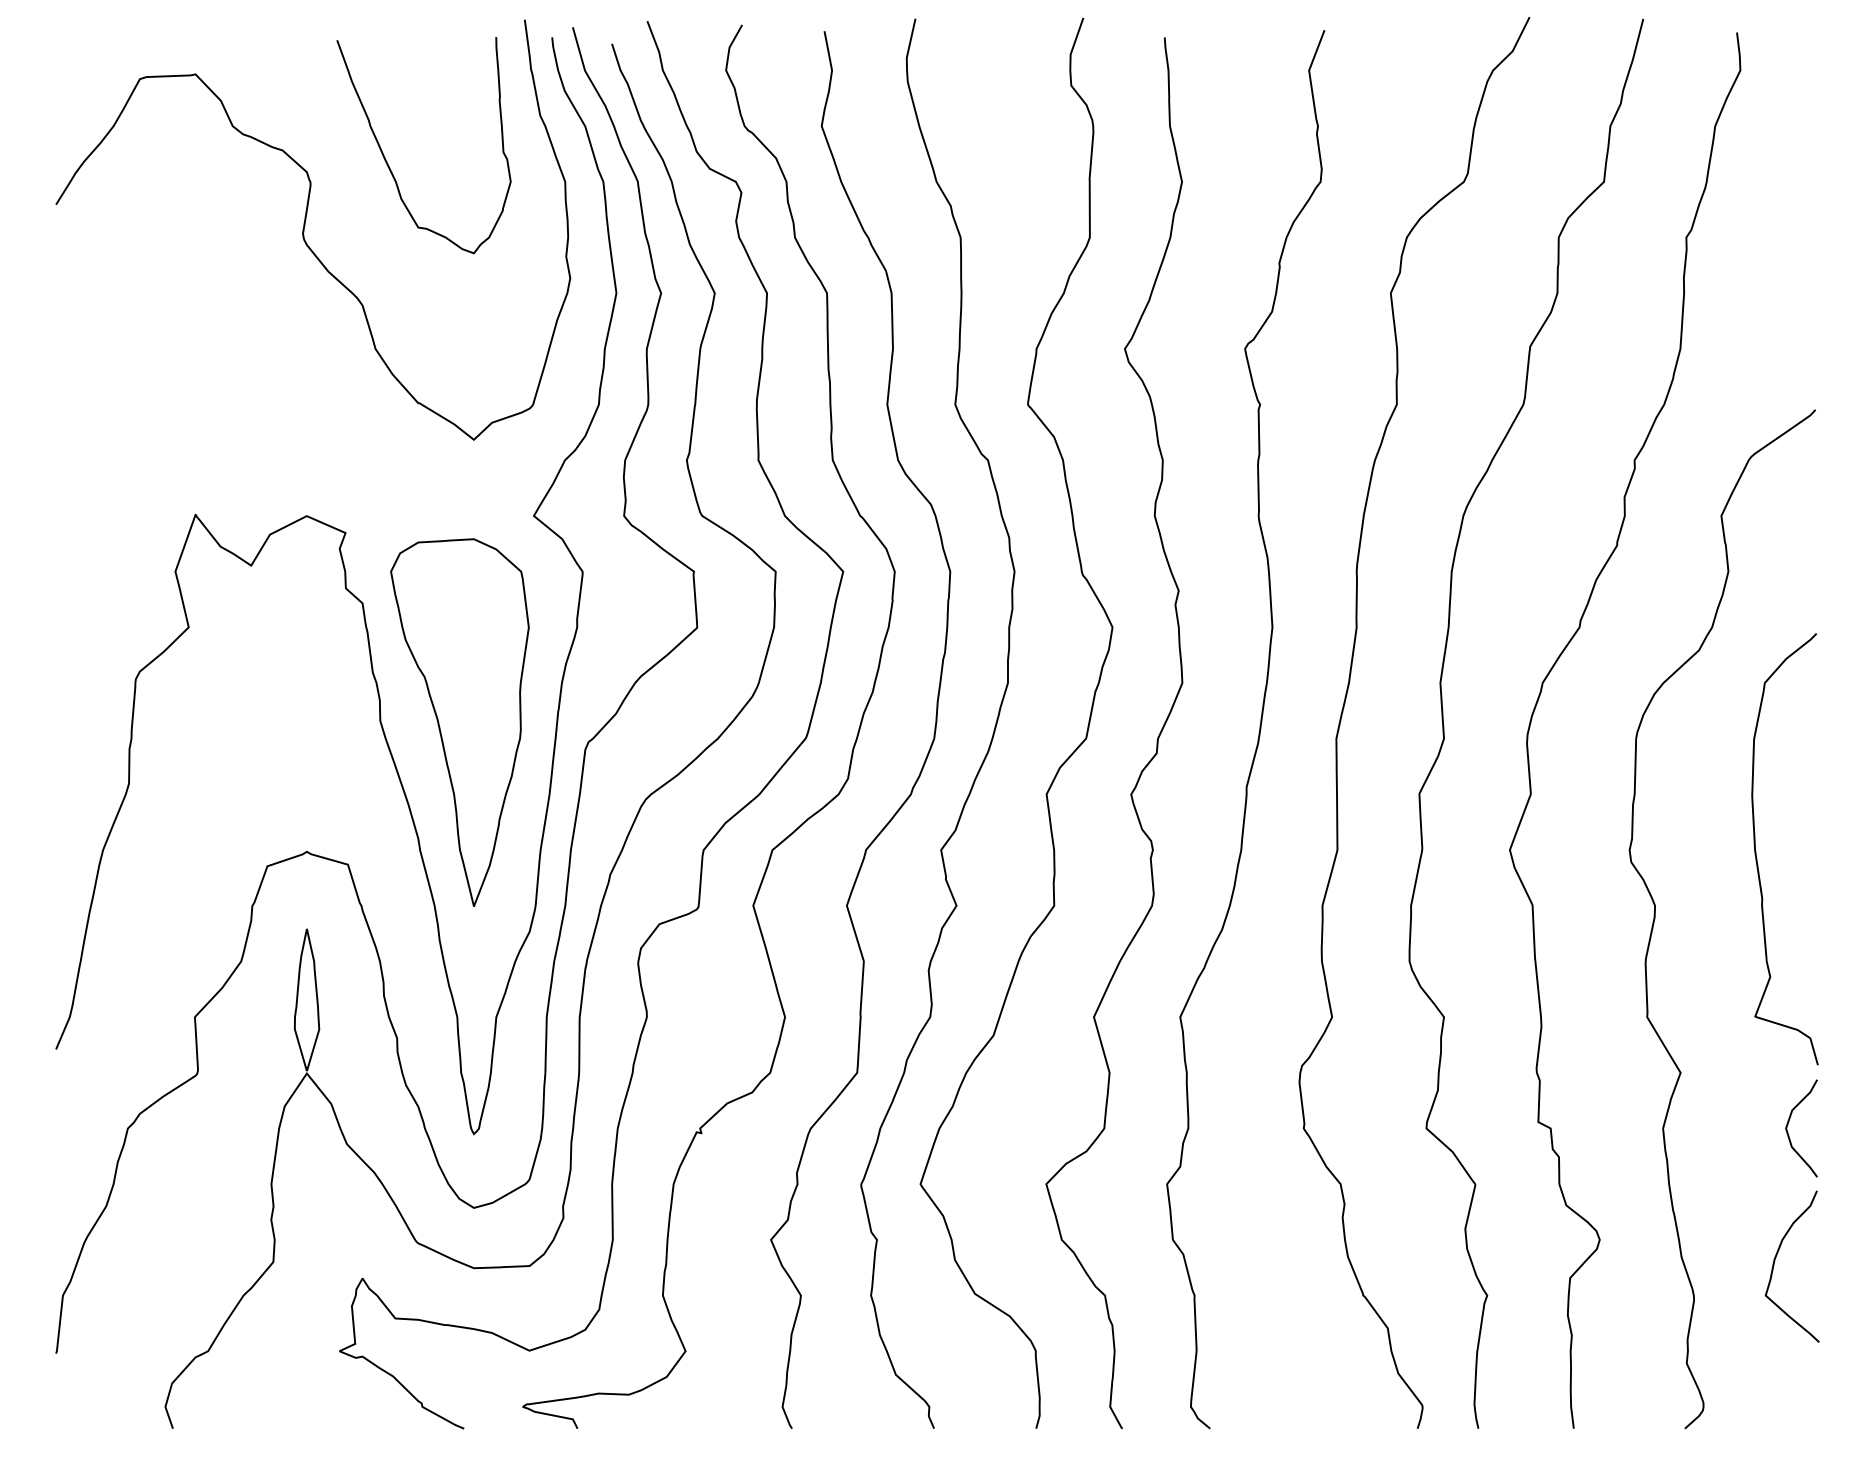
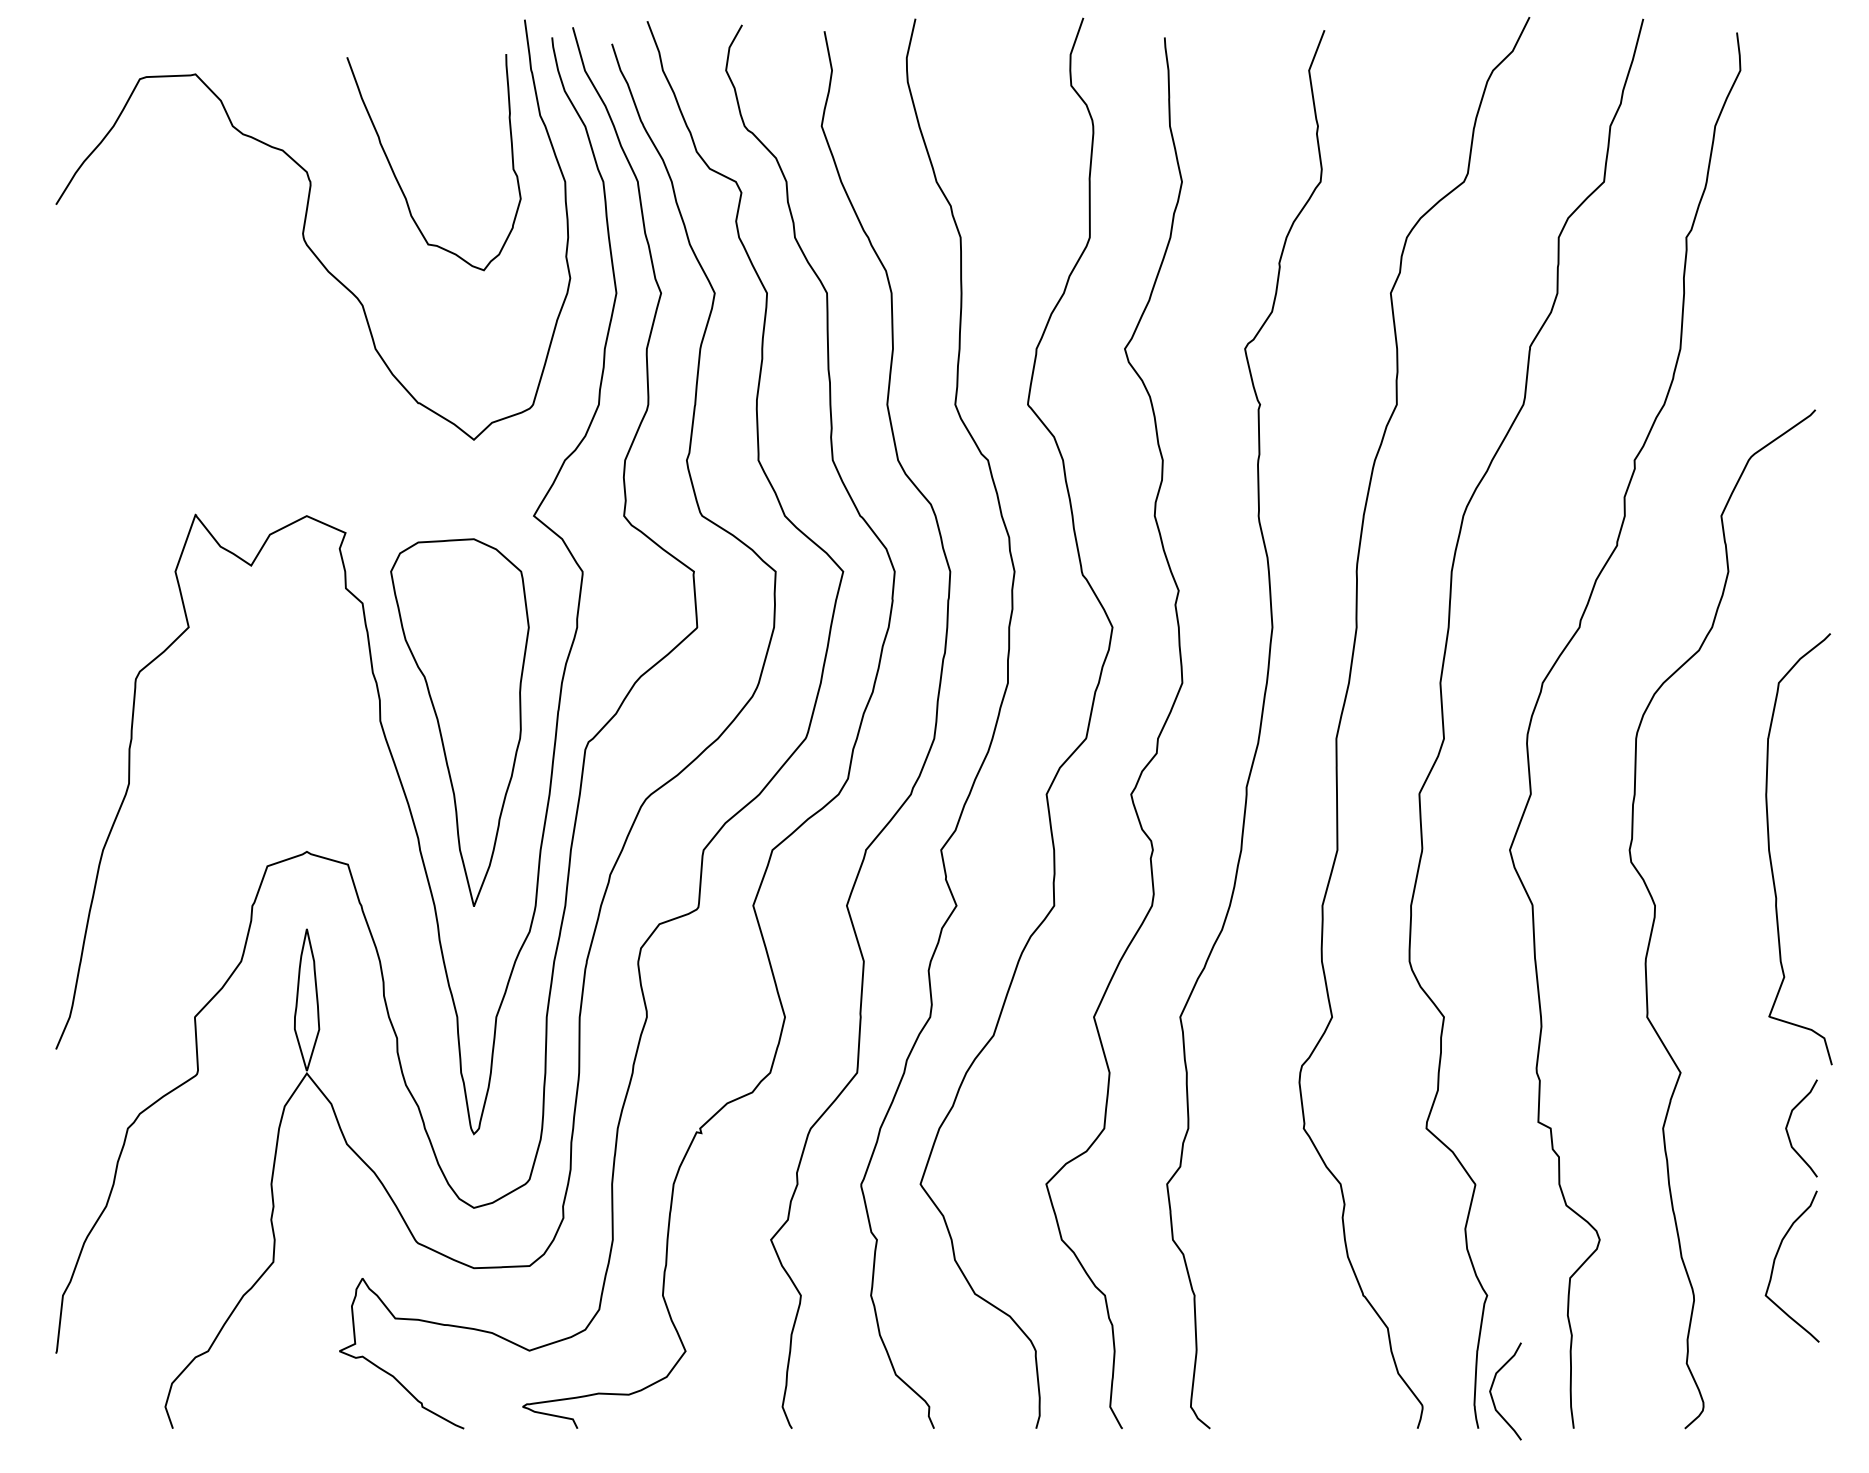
curve at (388, 163) position: (388, 163) -> (398, 180)
curve at (1756, 851) position: (1756, 851) -> (1770, 851)
curve at (1493, 1385): none -> present
